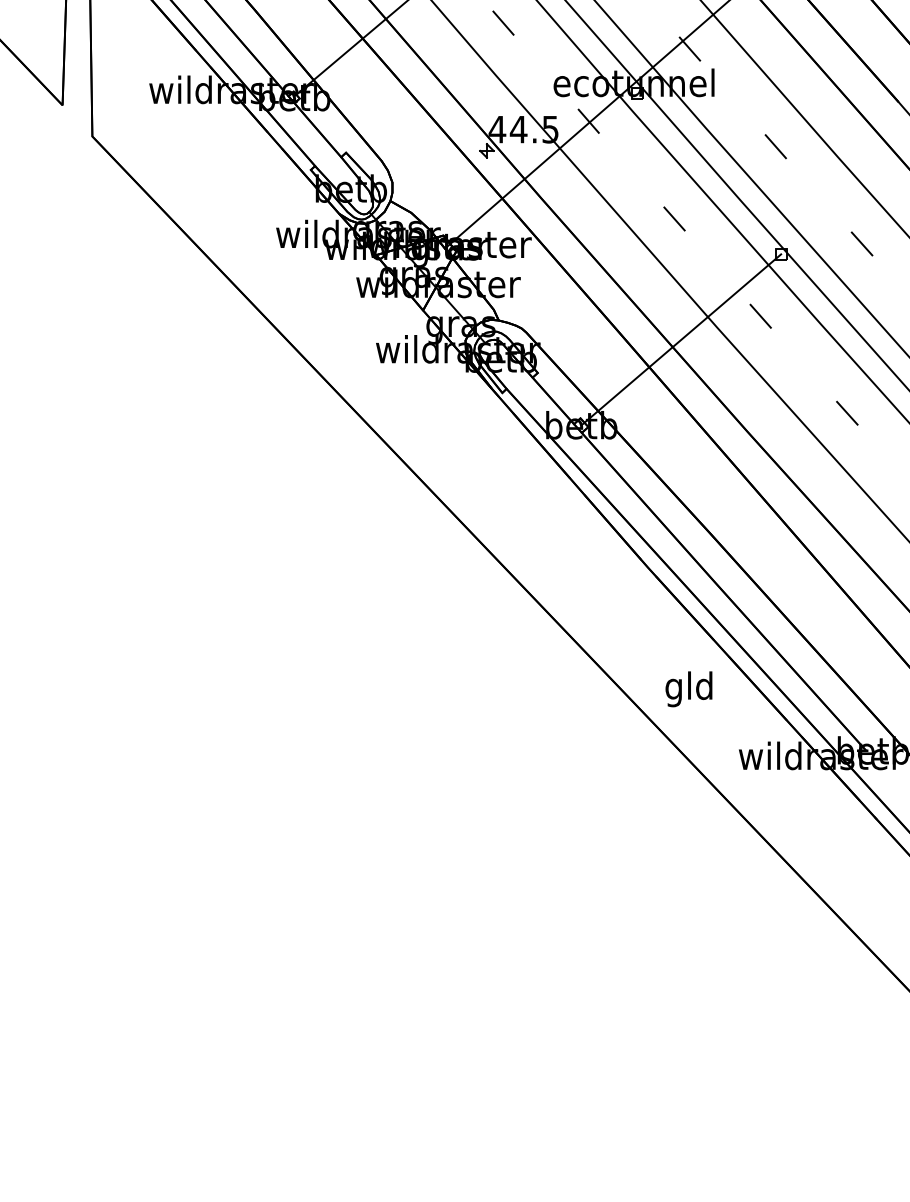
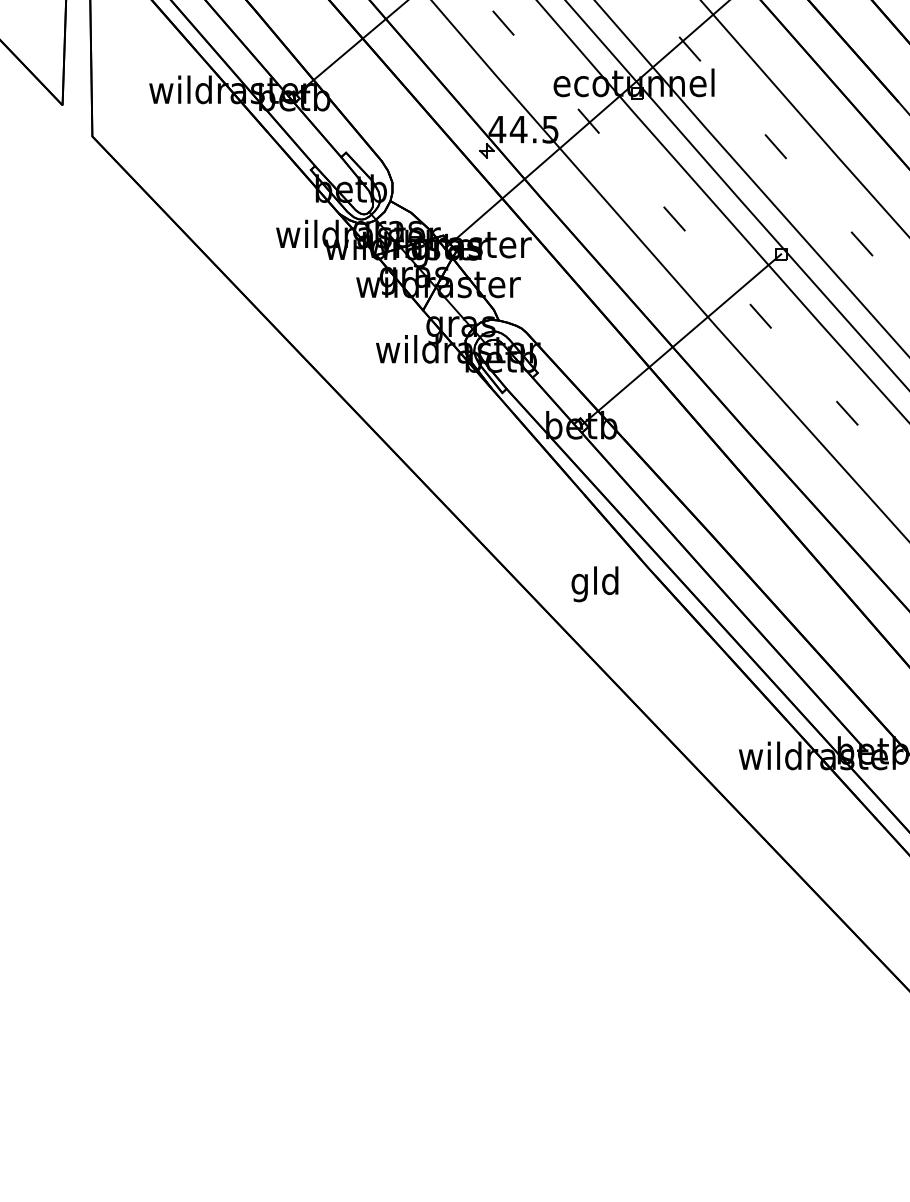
text at (688, 689) position: (688, 689) -> (594, 584)
